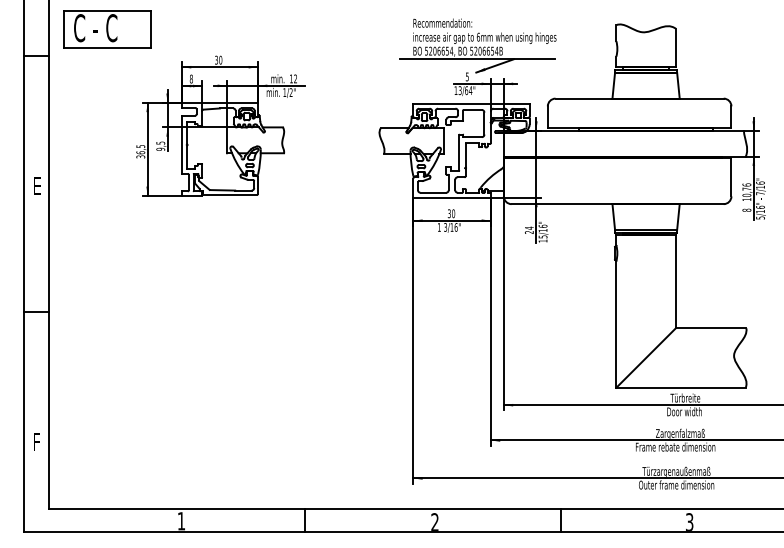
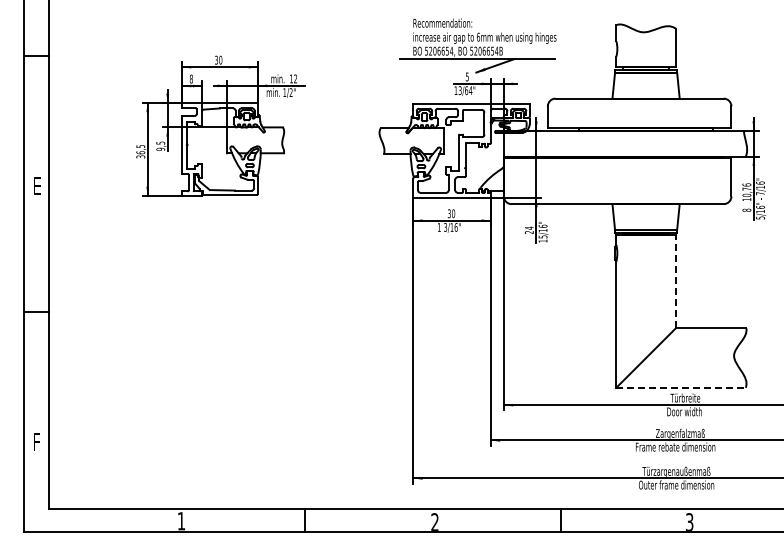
part at (107, 29): present -> none
line at (675, 281): solid -> dashed
line at (681, 387): solid -> dashed
